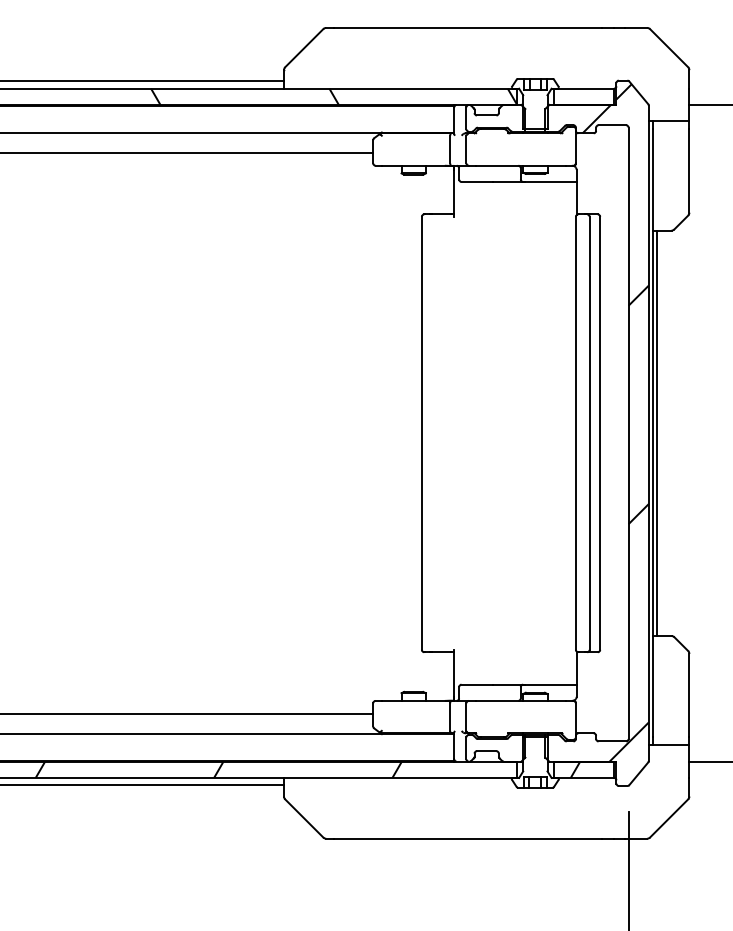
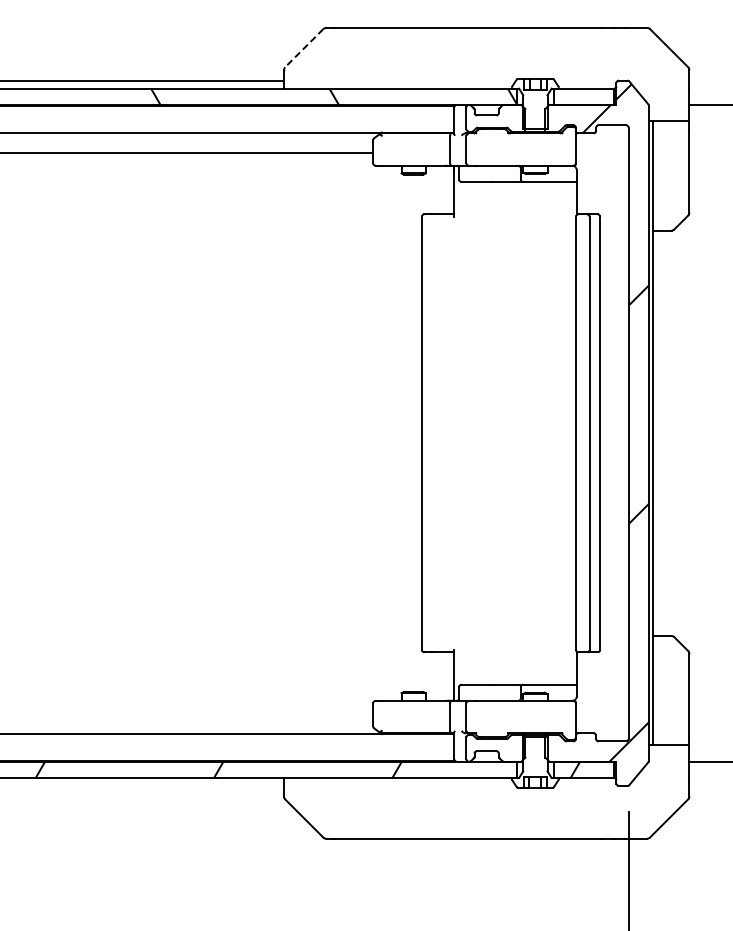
line at (304, 48): solid -> dashed
line at (656, 433): present -> none
line at (187, 713): present -> none
line at (143, 785): present -> none
